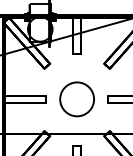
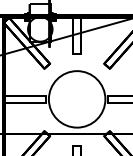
circle at (77, 99) diameter: 34 px -> 57 px
